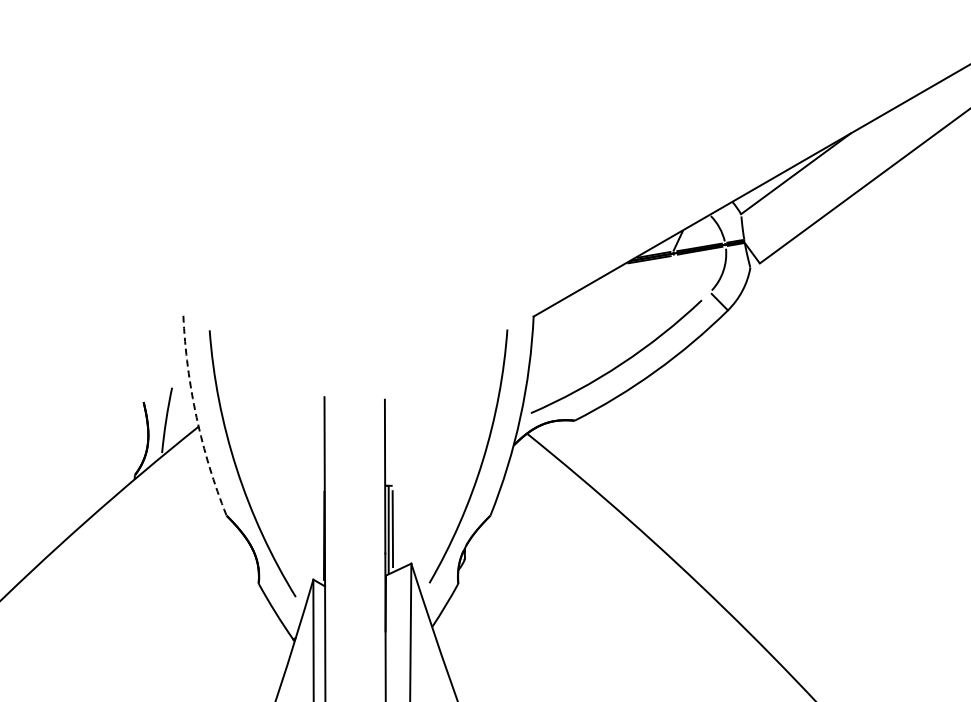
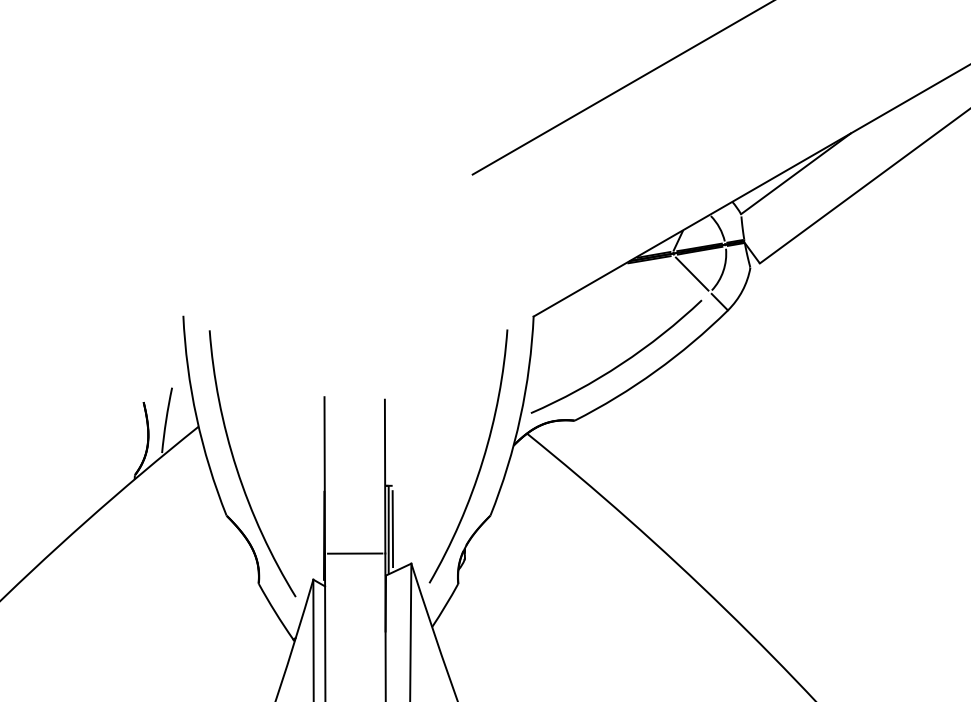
line at (621, 88): none -> present
line at (691, 273): none -> present
arc at (196, 417): dashed -> solid
line at (355, 553): none -> present
